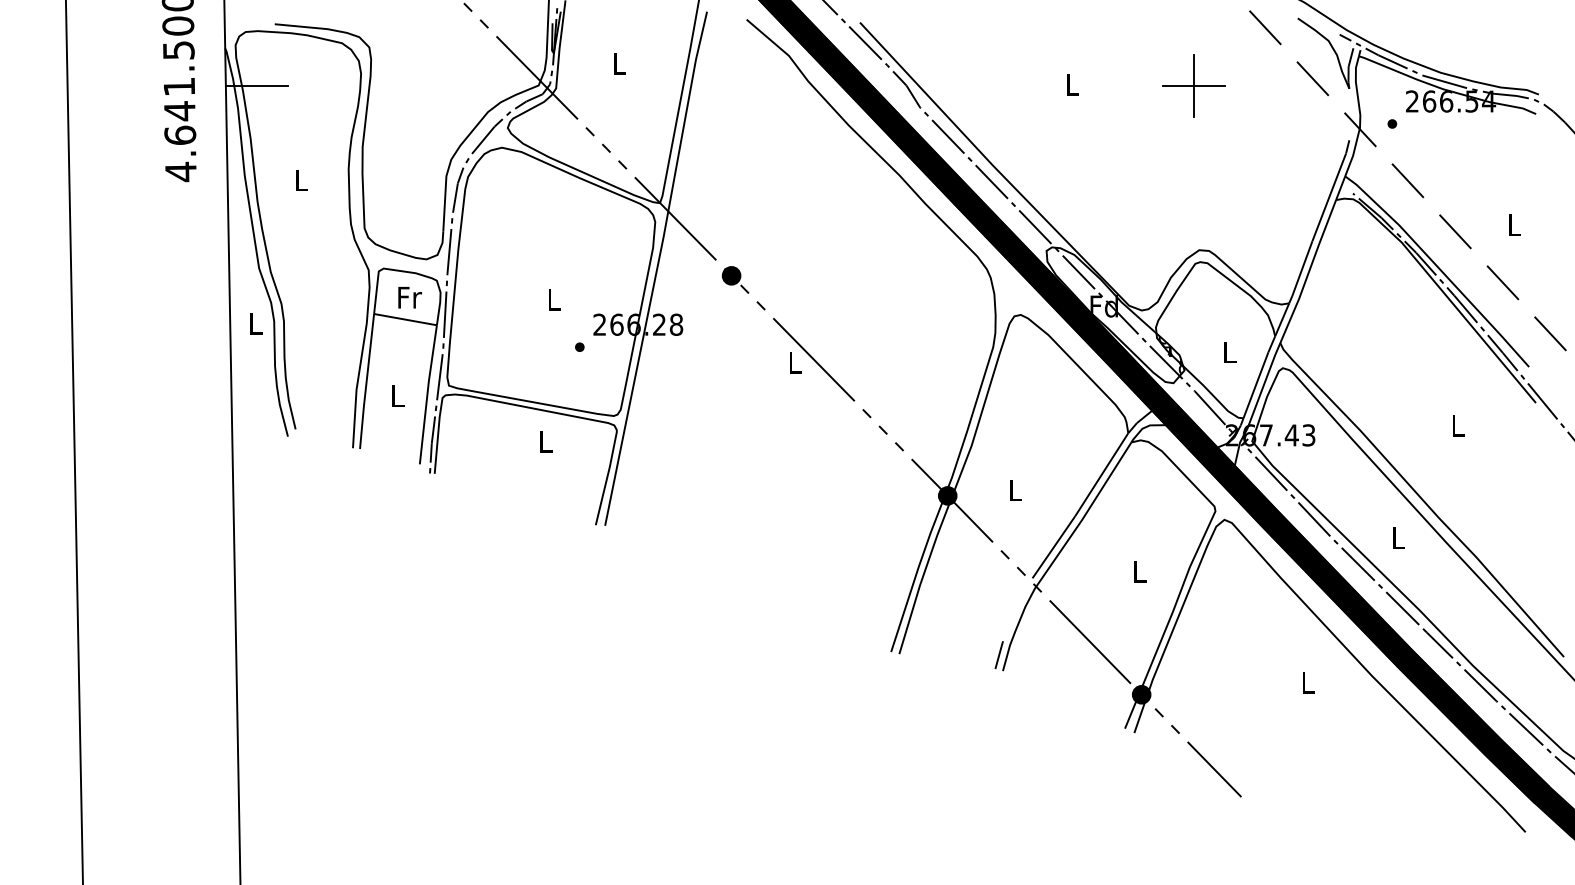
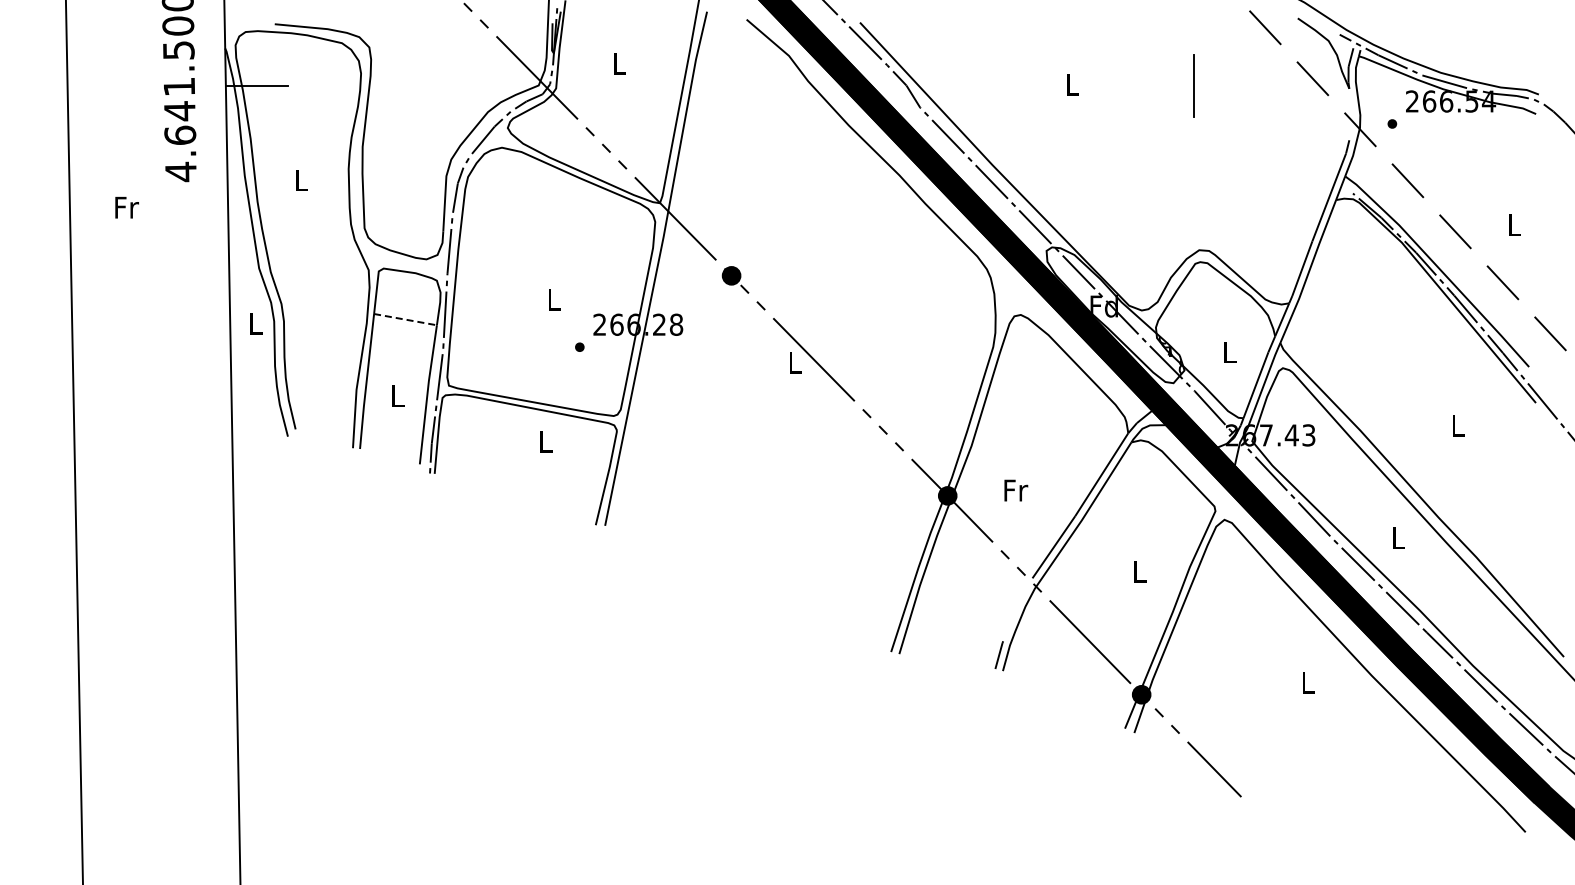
line at (1193, 86): present -> none
text at (409, 297) position: (409, 297) -> (126, 207)
line at (405, 319): solid -> dashed
text at (1016, 490): L -> Fr
